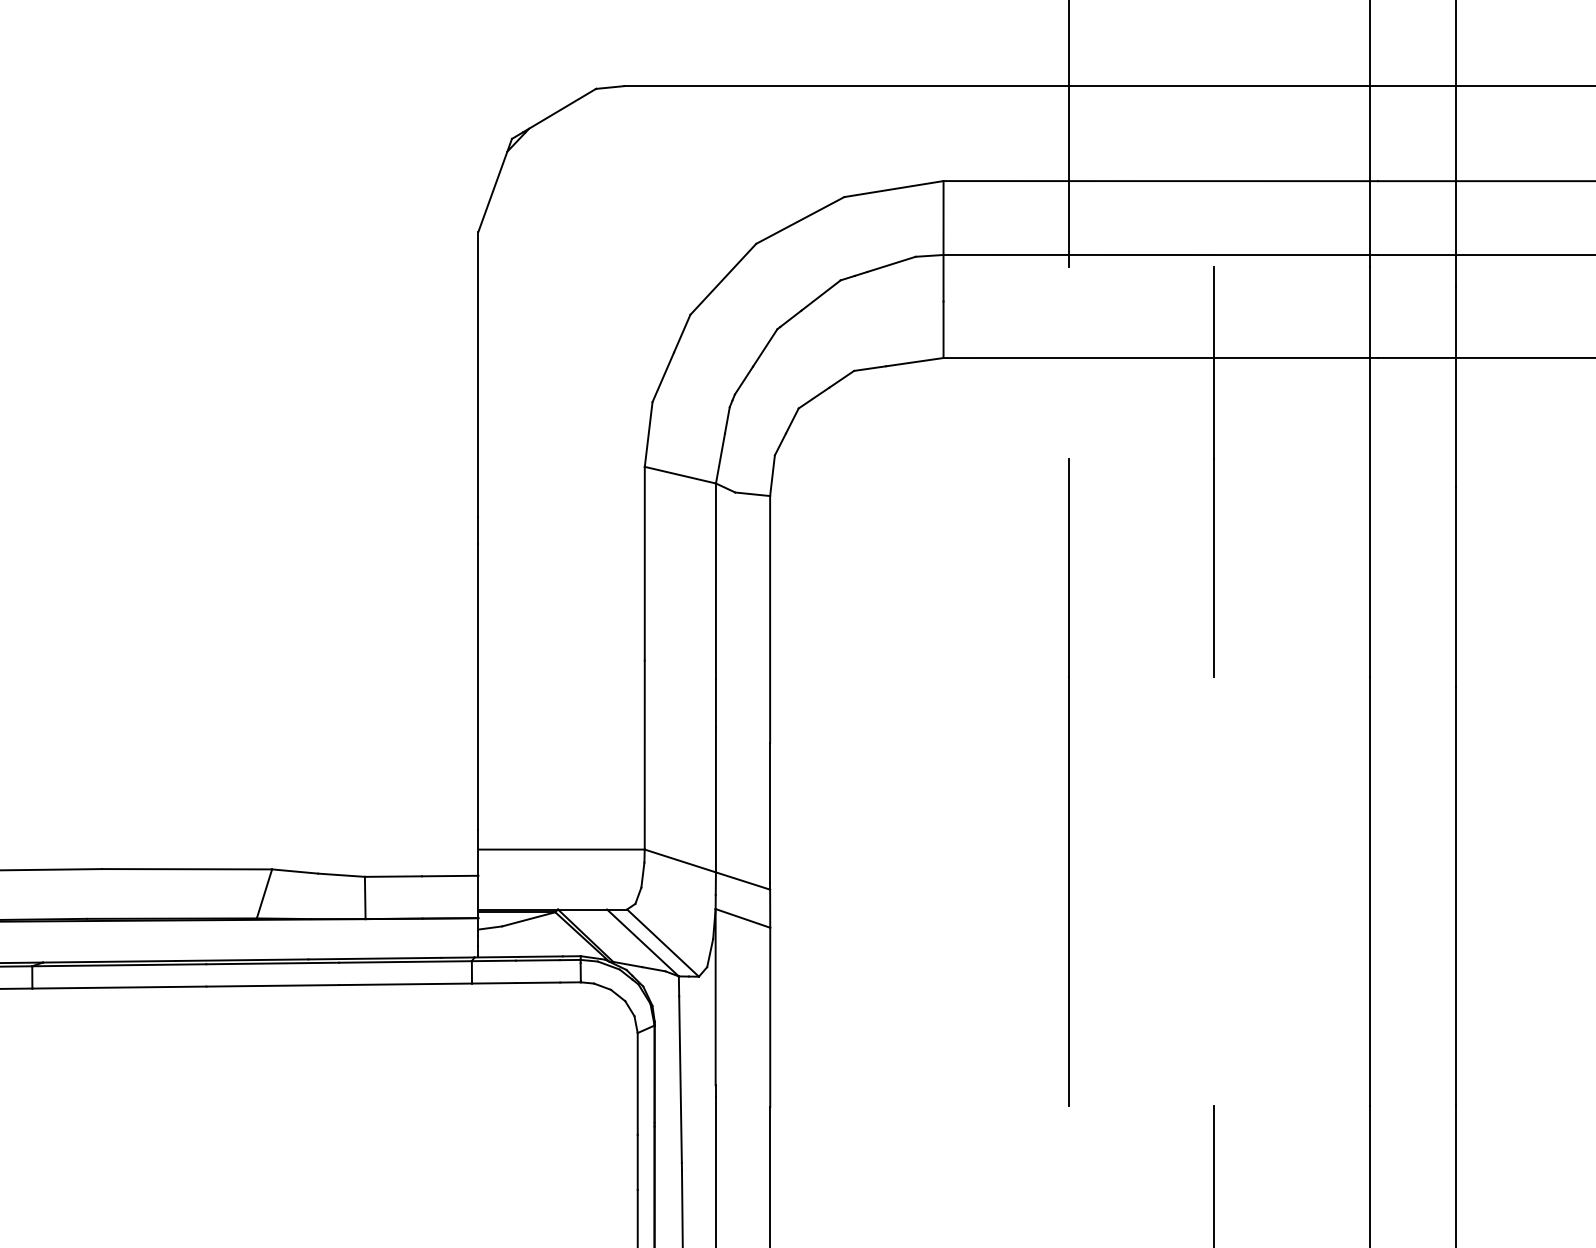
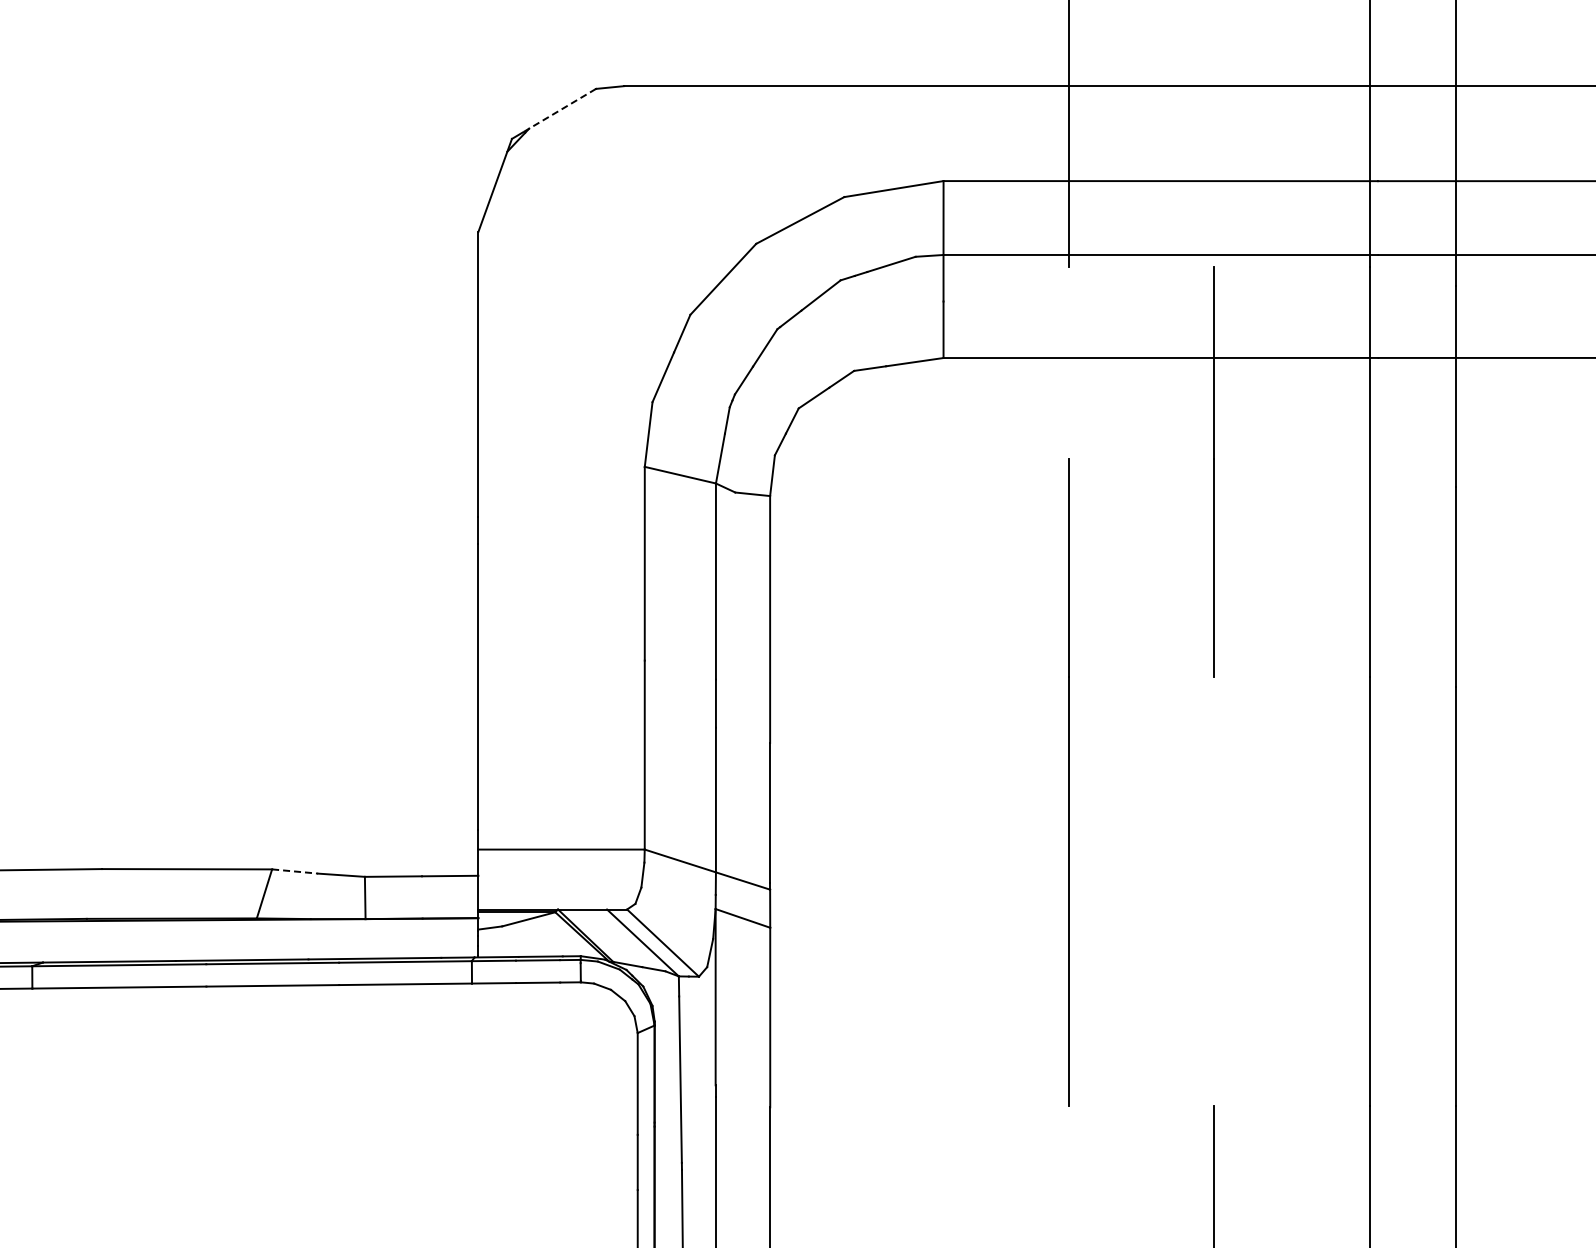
line at (559, 110): solid -> dashed
line at (295, 871): solid -> dashed
